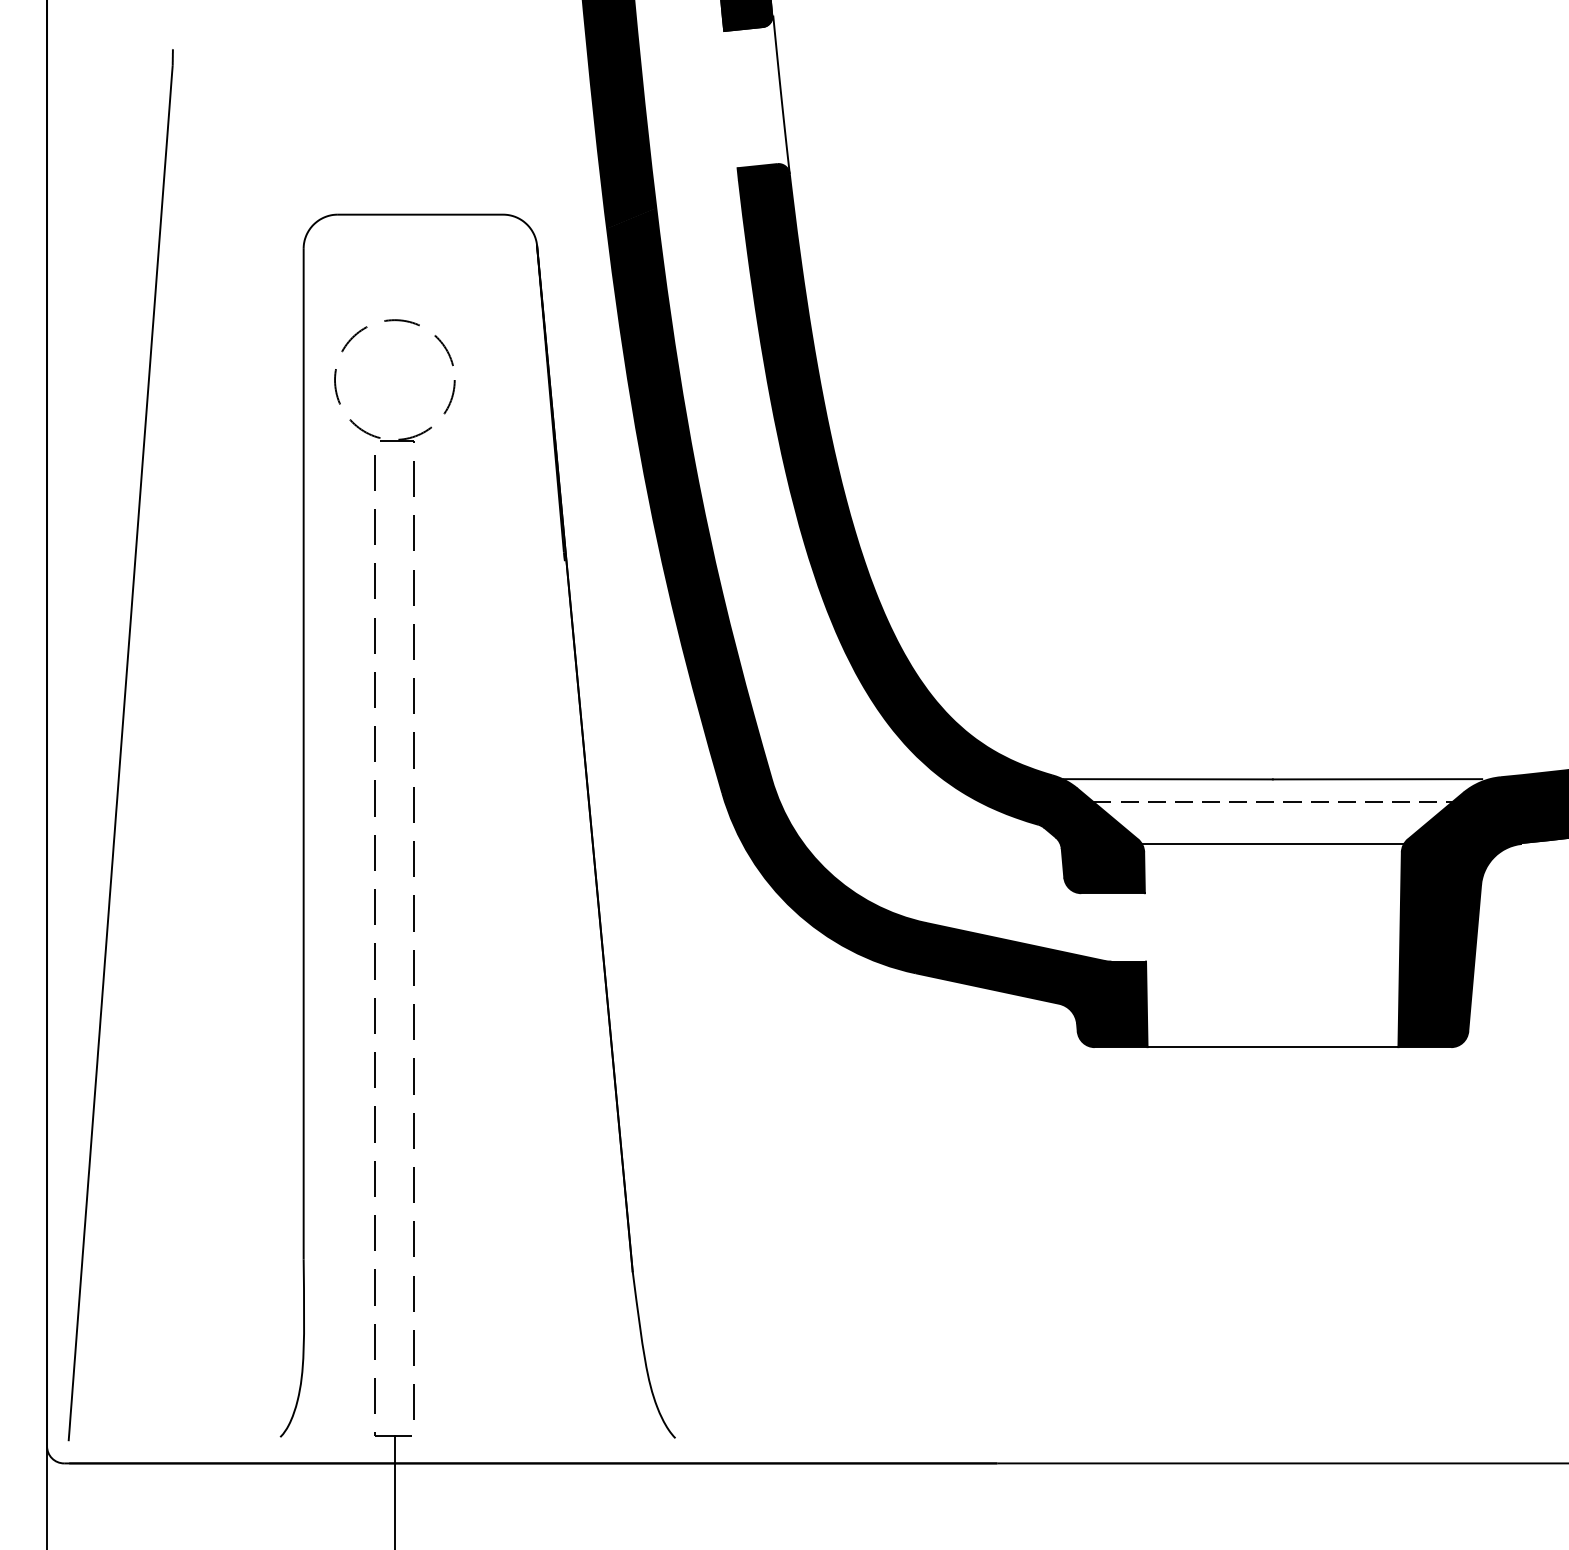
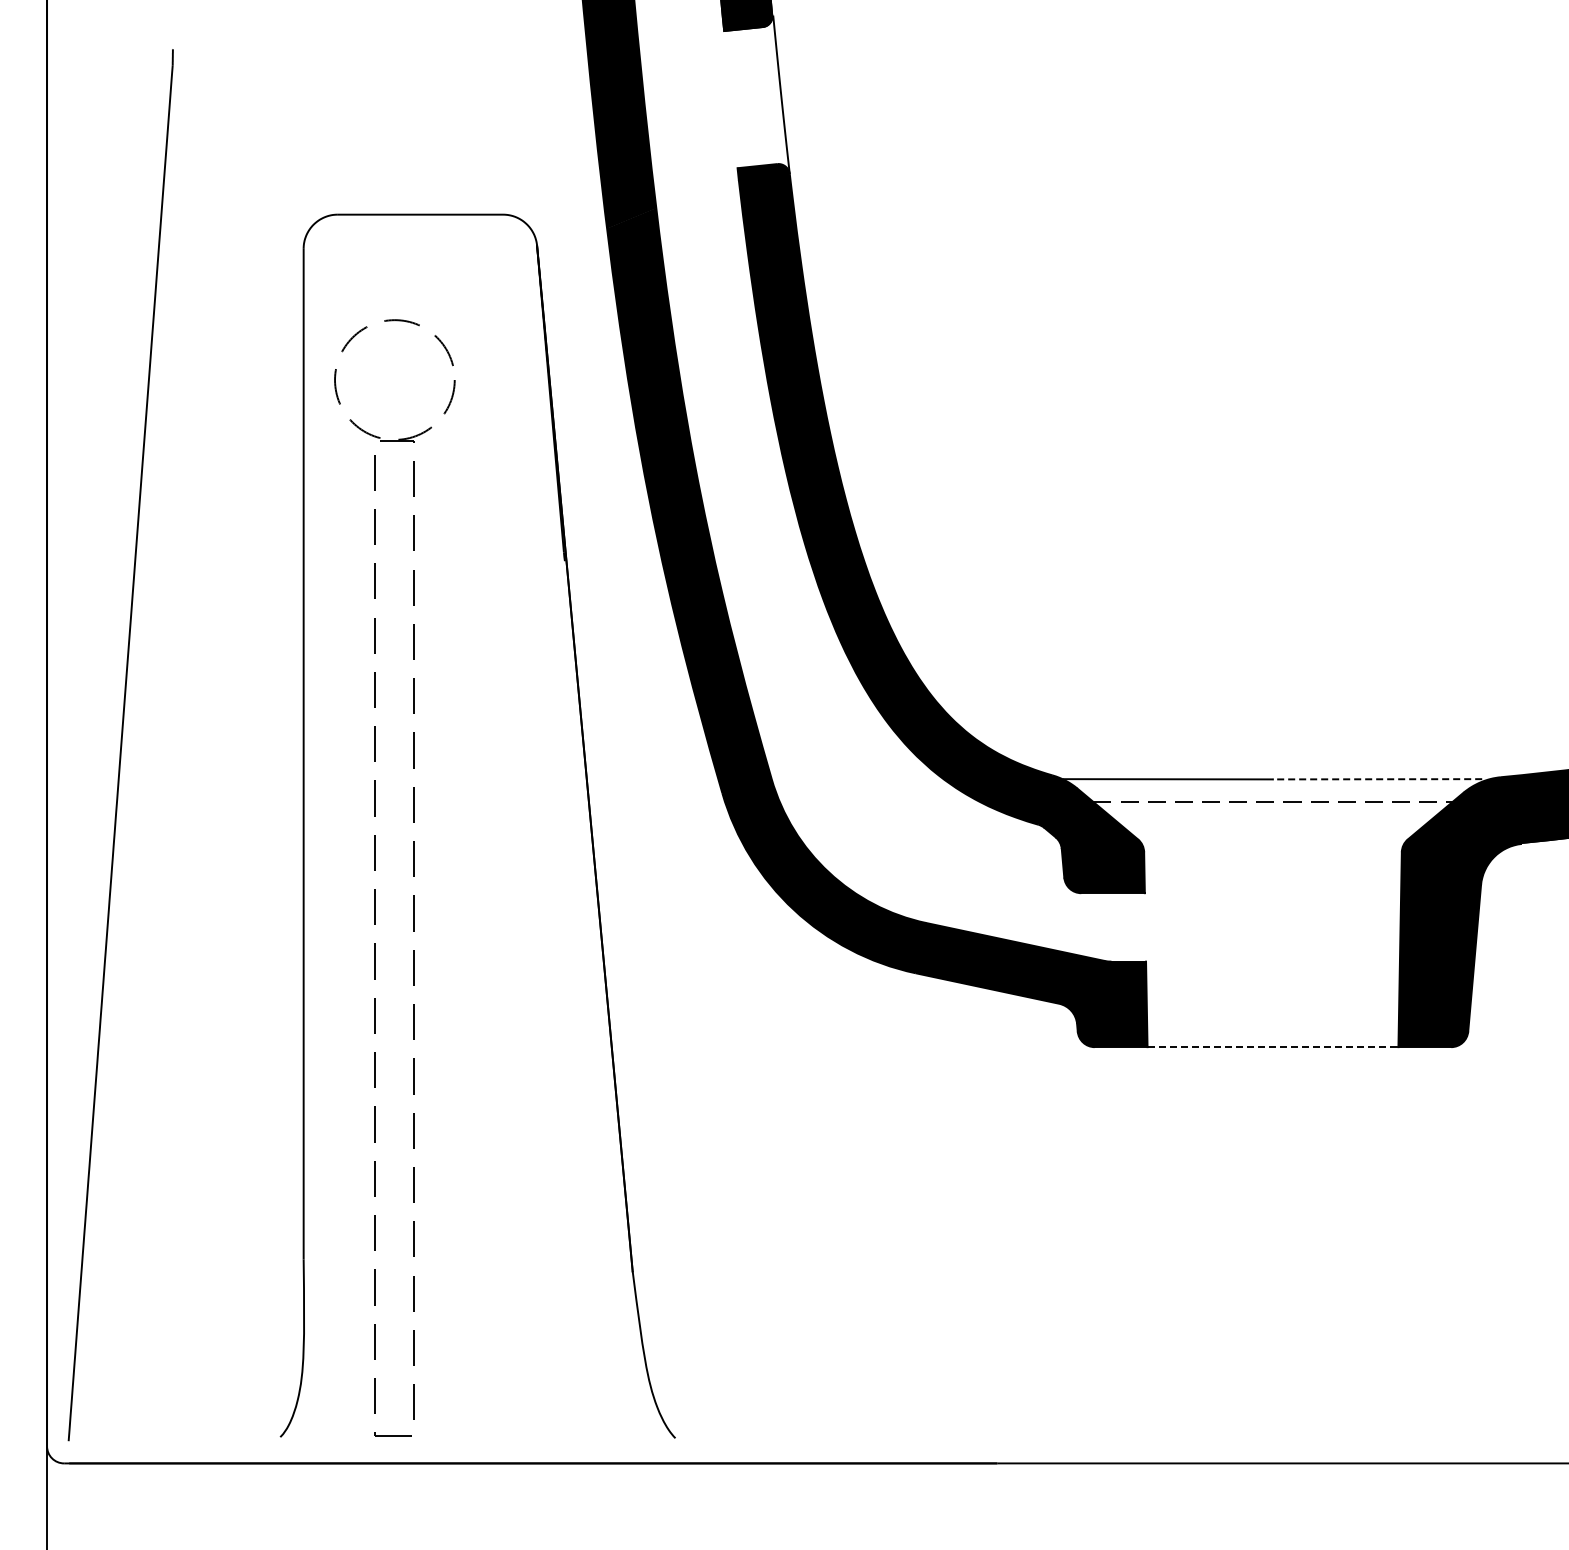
line at (1377, 779): solid -> dashed
line at (1272, 844): present -> none
line at (1273, 1047): solid -> dashed
line at (394, 1490): present -> none
